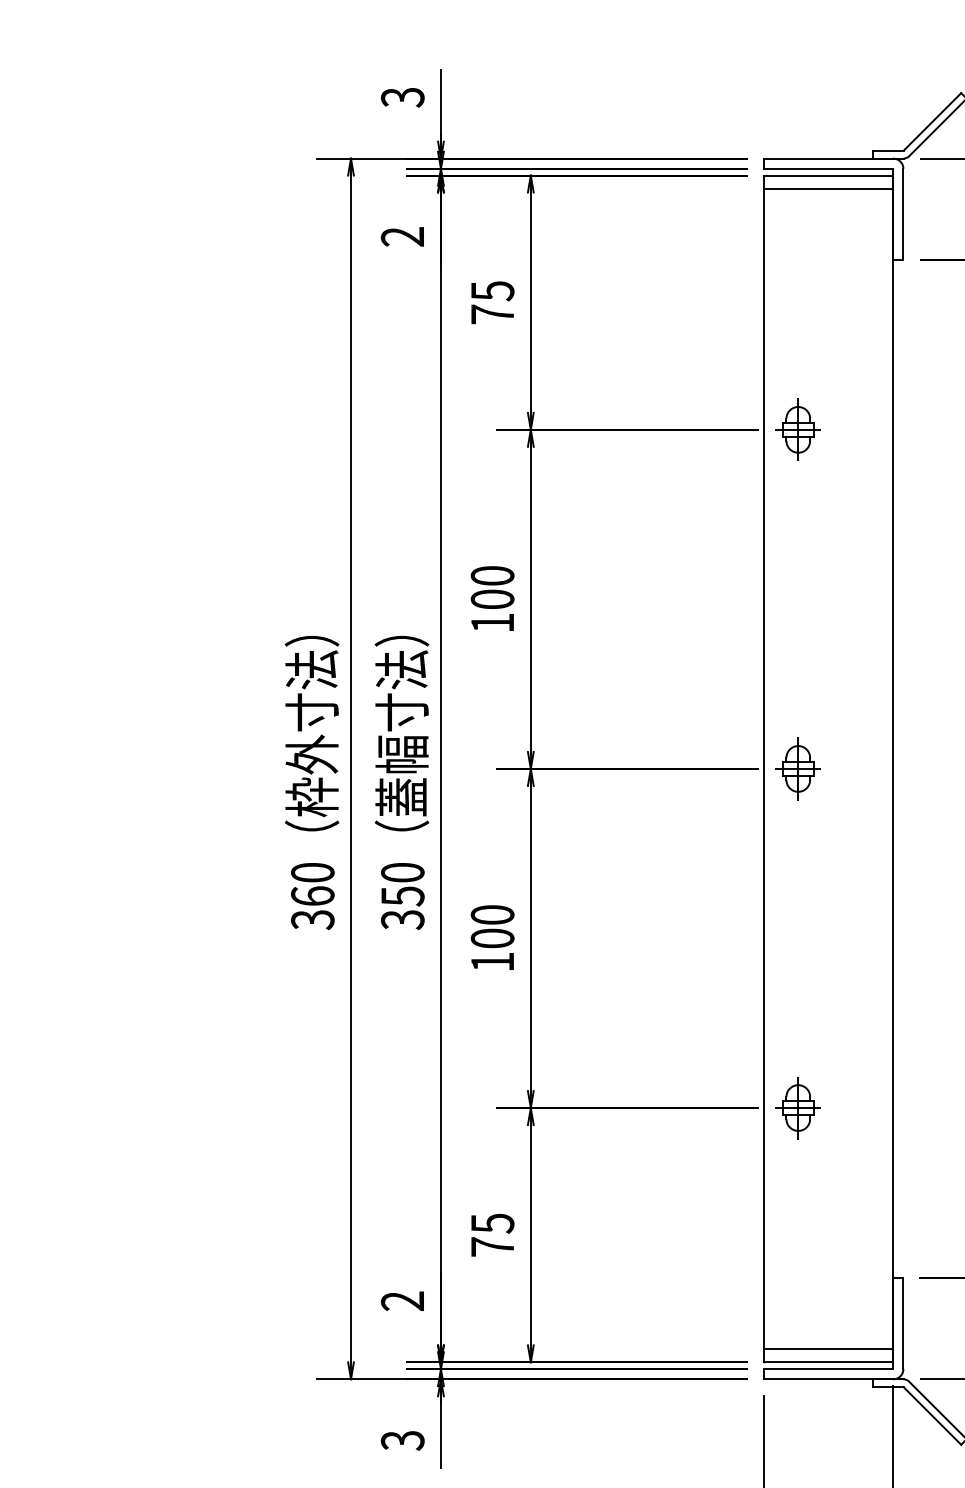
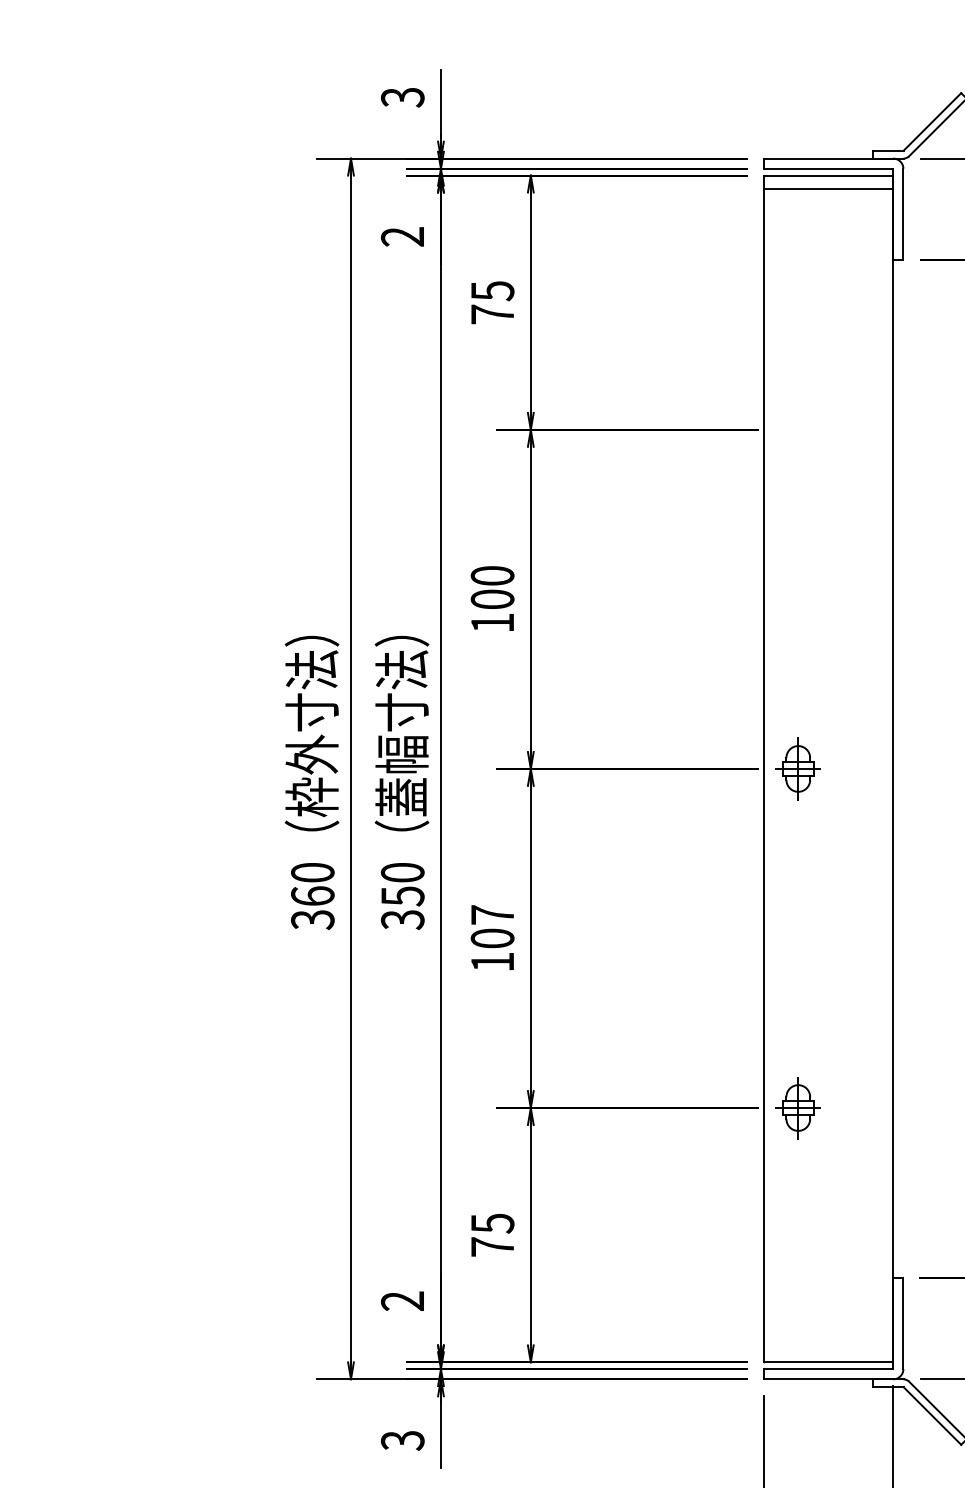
part at (797, 429): present -> none
text at (492, 914): 100 -> 107
line at (828, 1348): present -> none
